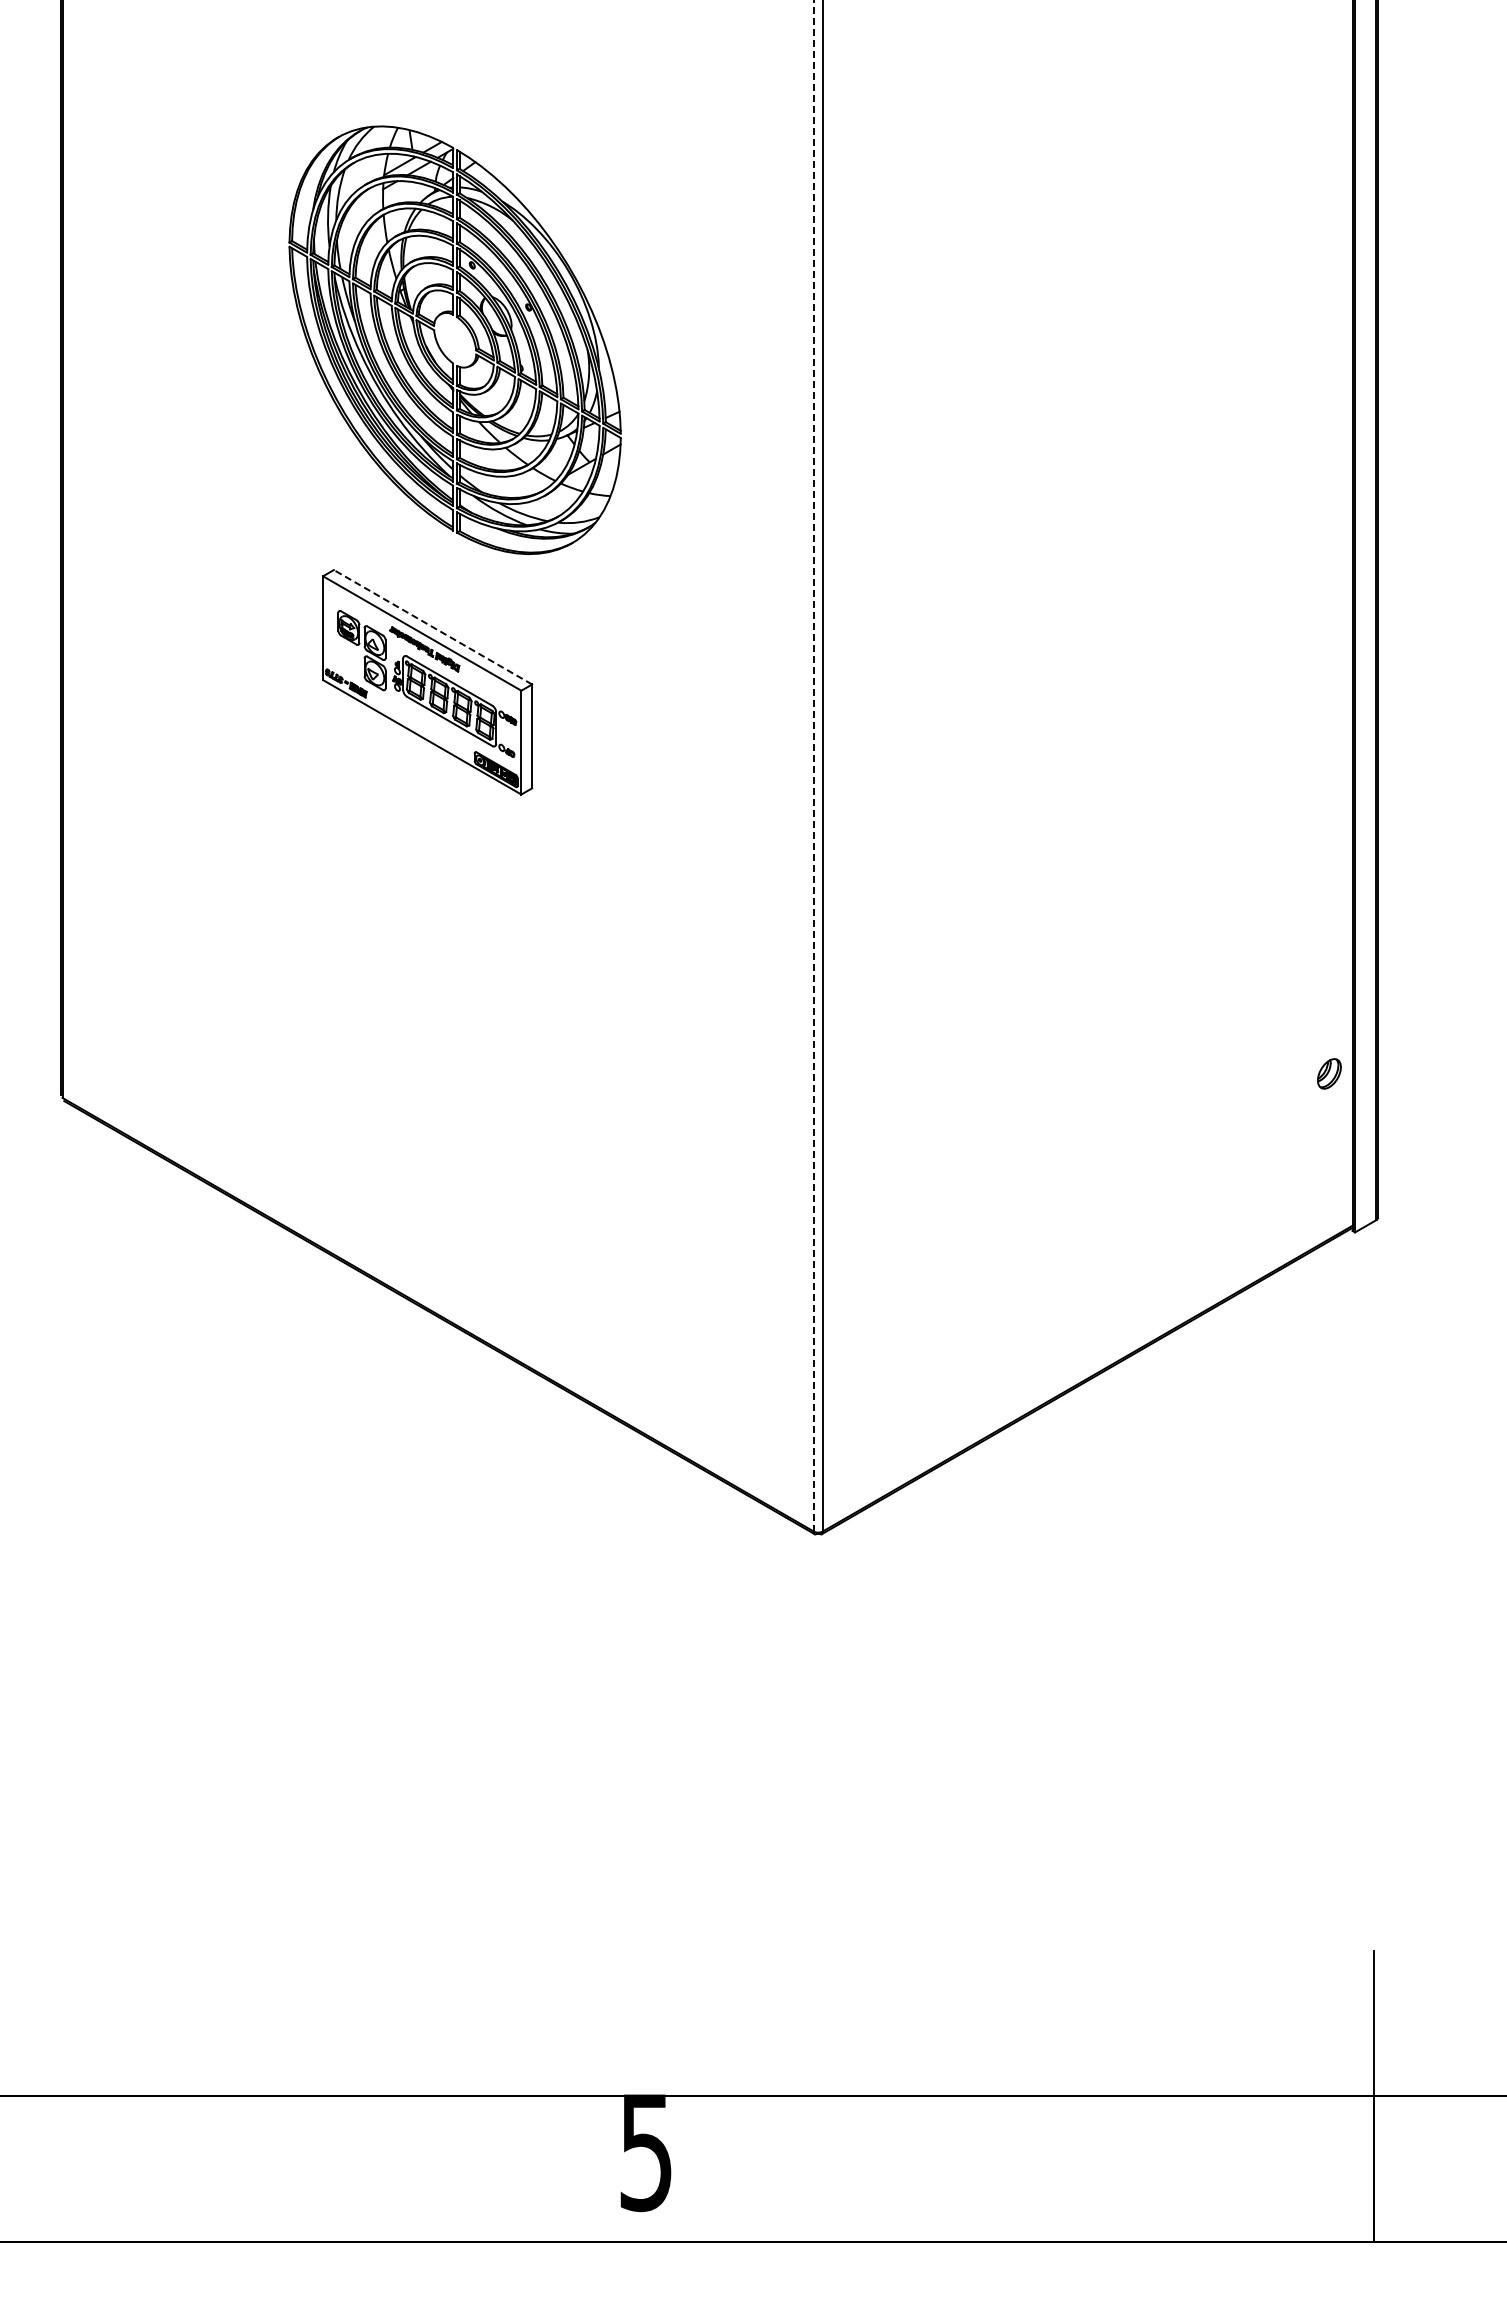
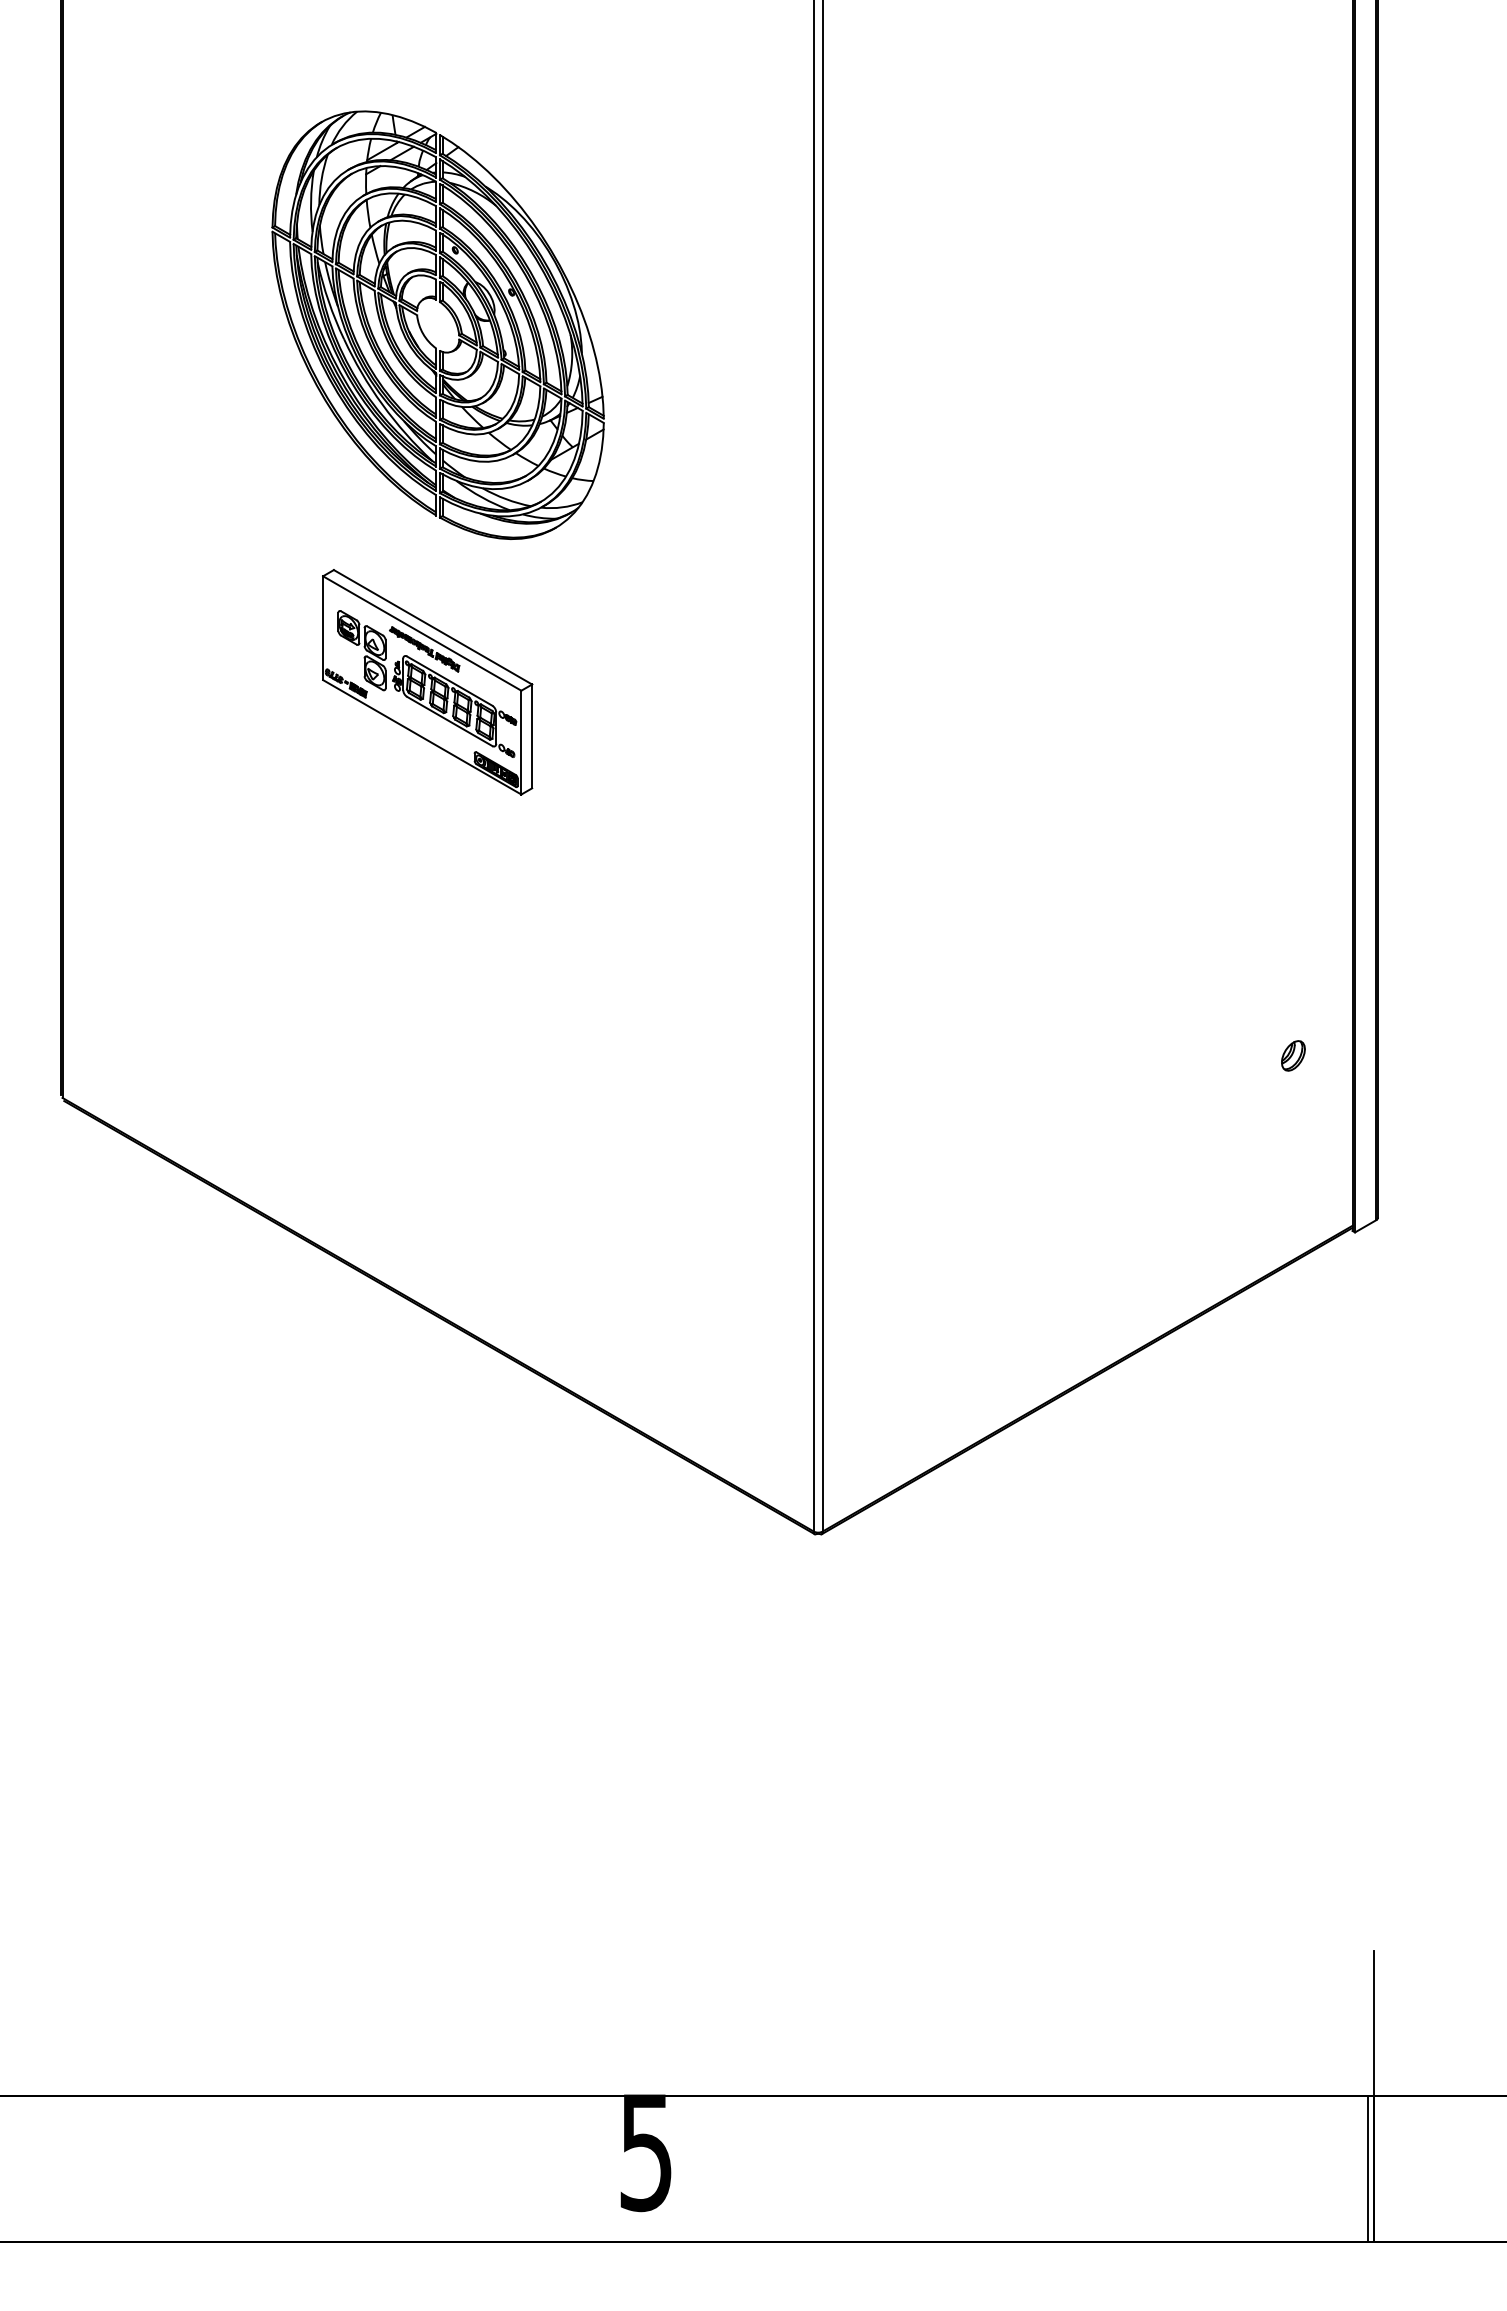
part at (440, 347) position: (440, 347) -> (423, 332)
line at (432, 627): dashed -> solid
line at (813, 765): dashed -> solid
part at (1329, 1073) position: (1329, 1073) -> (1293, 1055)
line at (1368, 2168): none -> present
